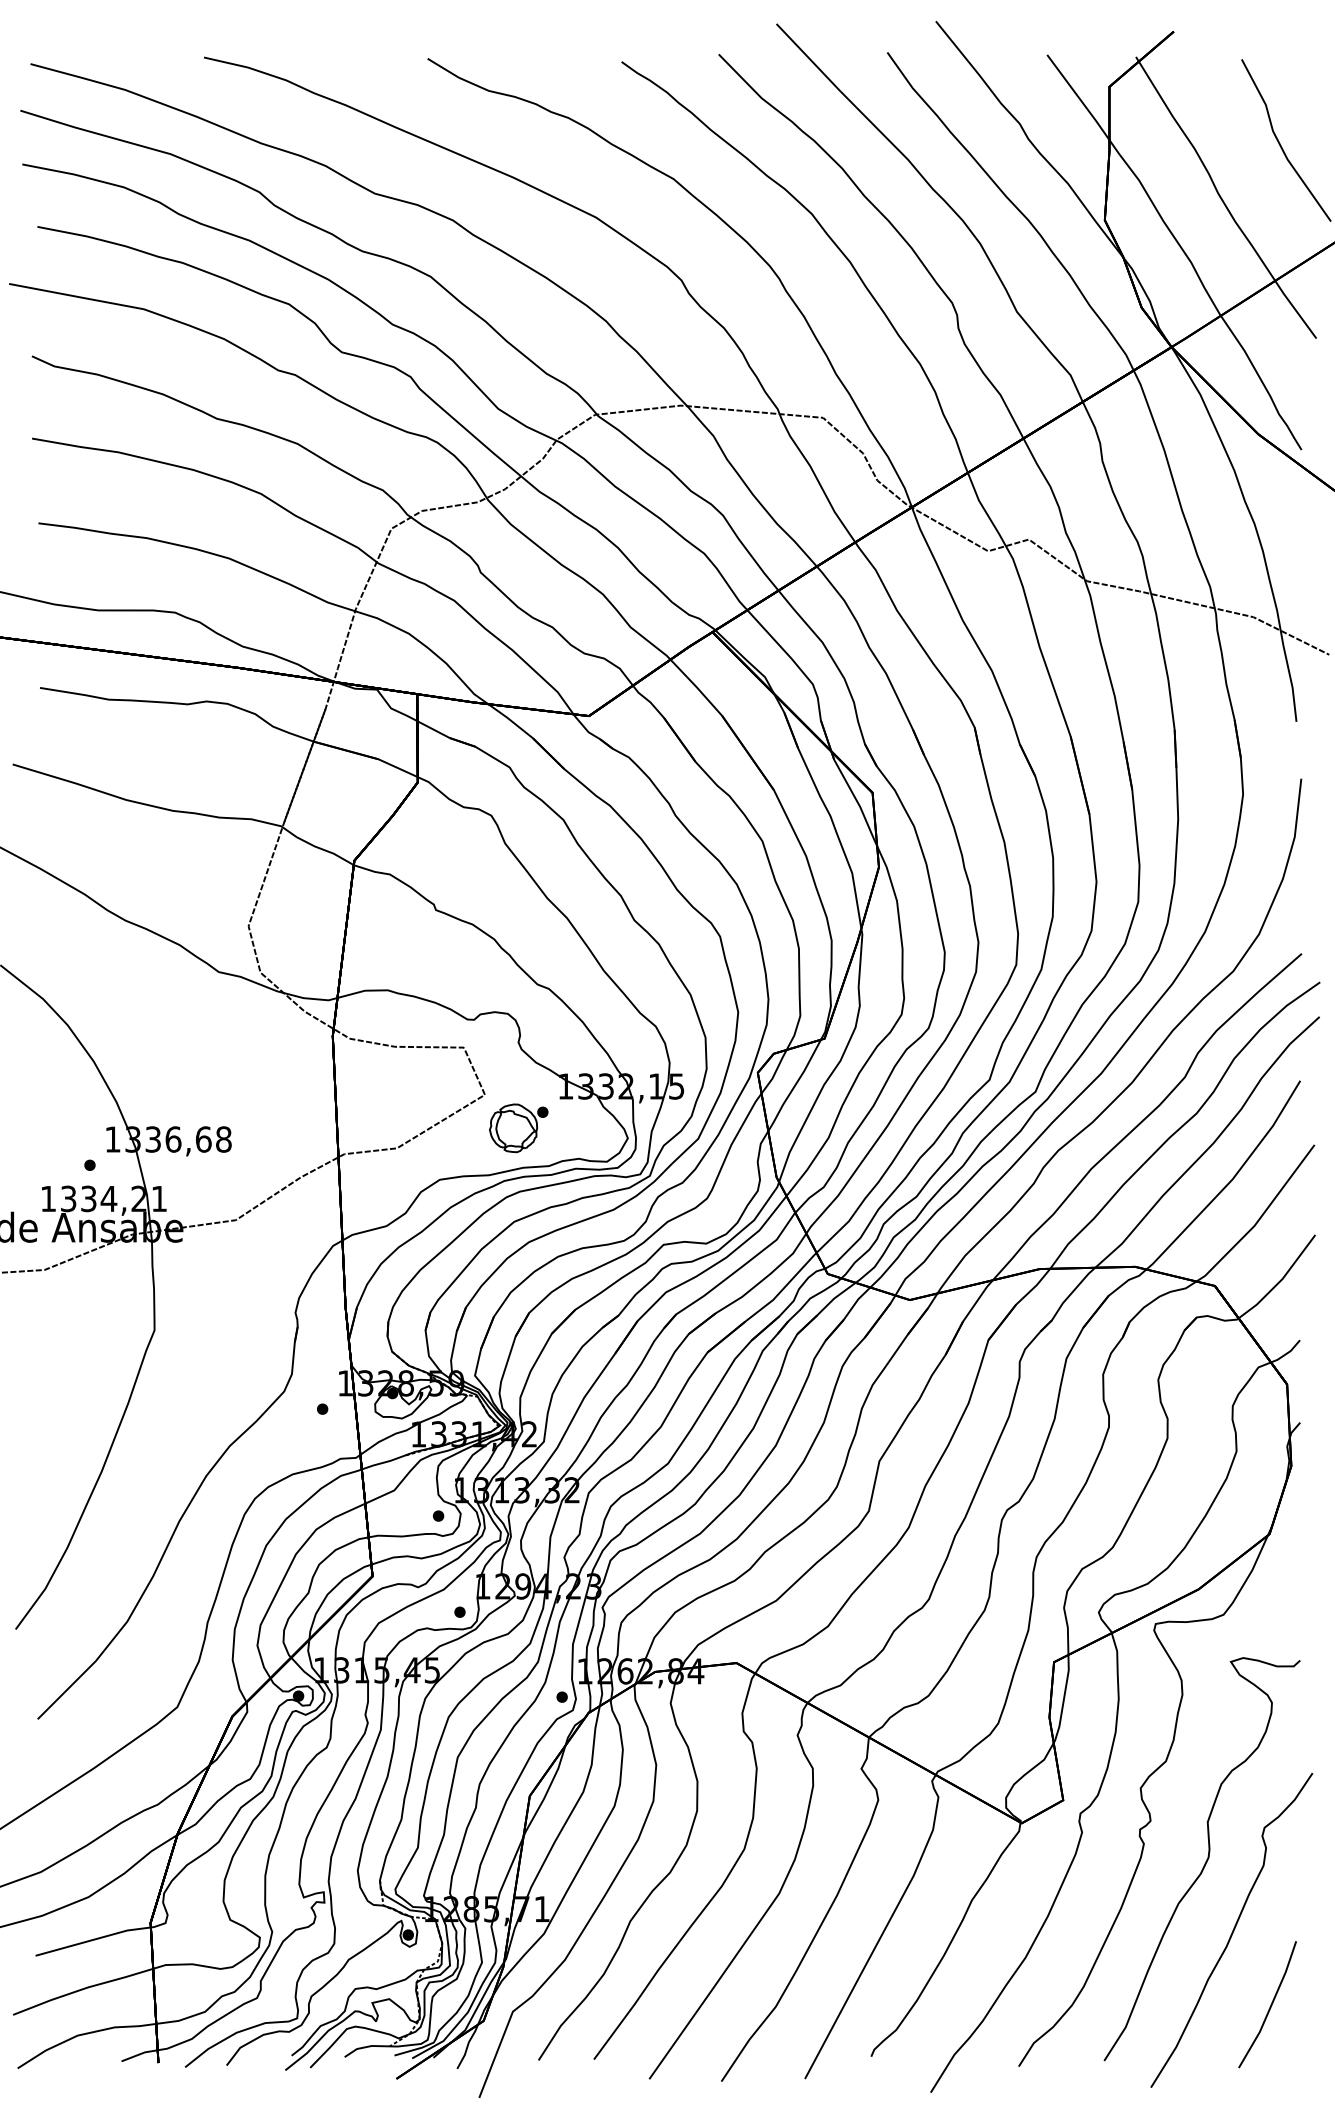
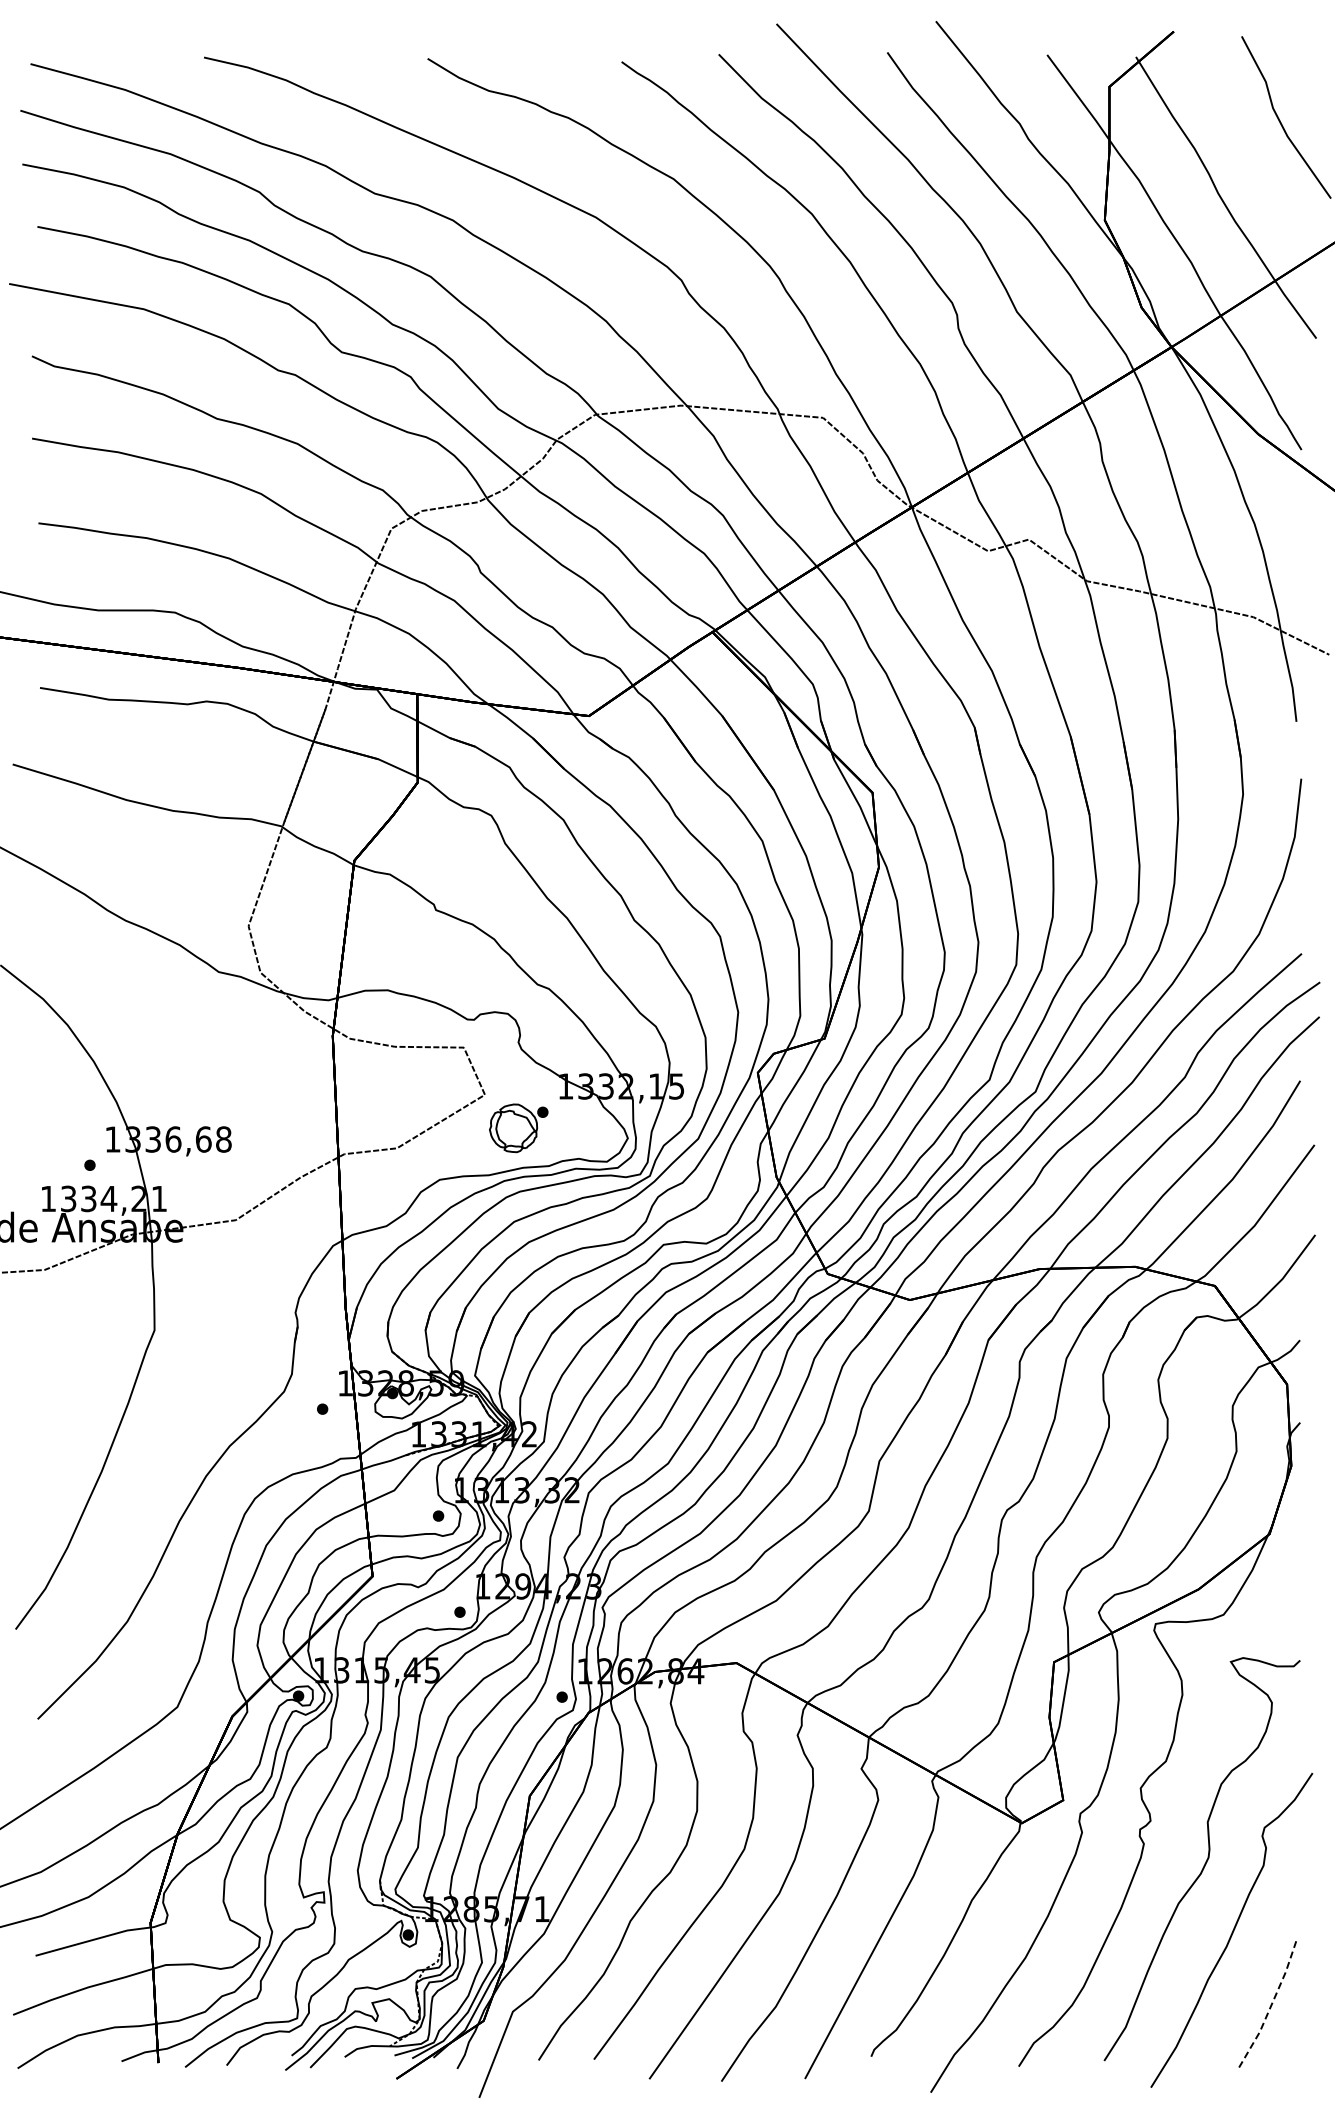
line at (1280, 143) position: (1280, 143) -> (1280, 120)
line at (1270, 2006): solid -> dashed
